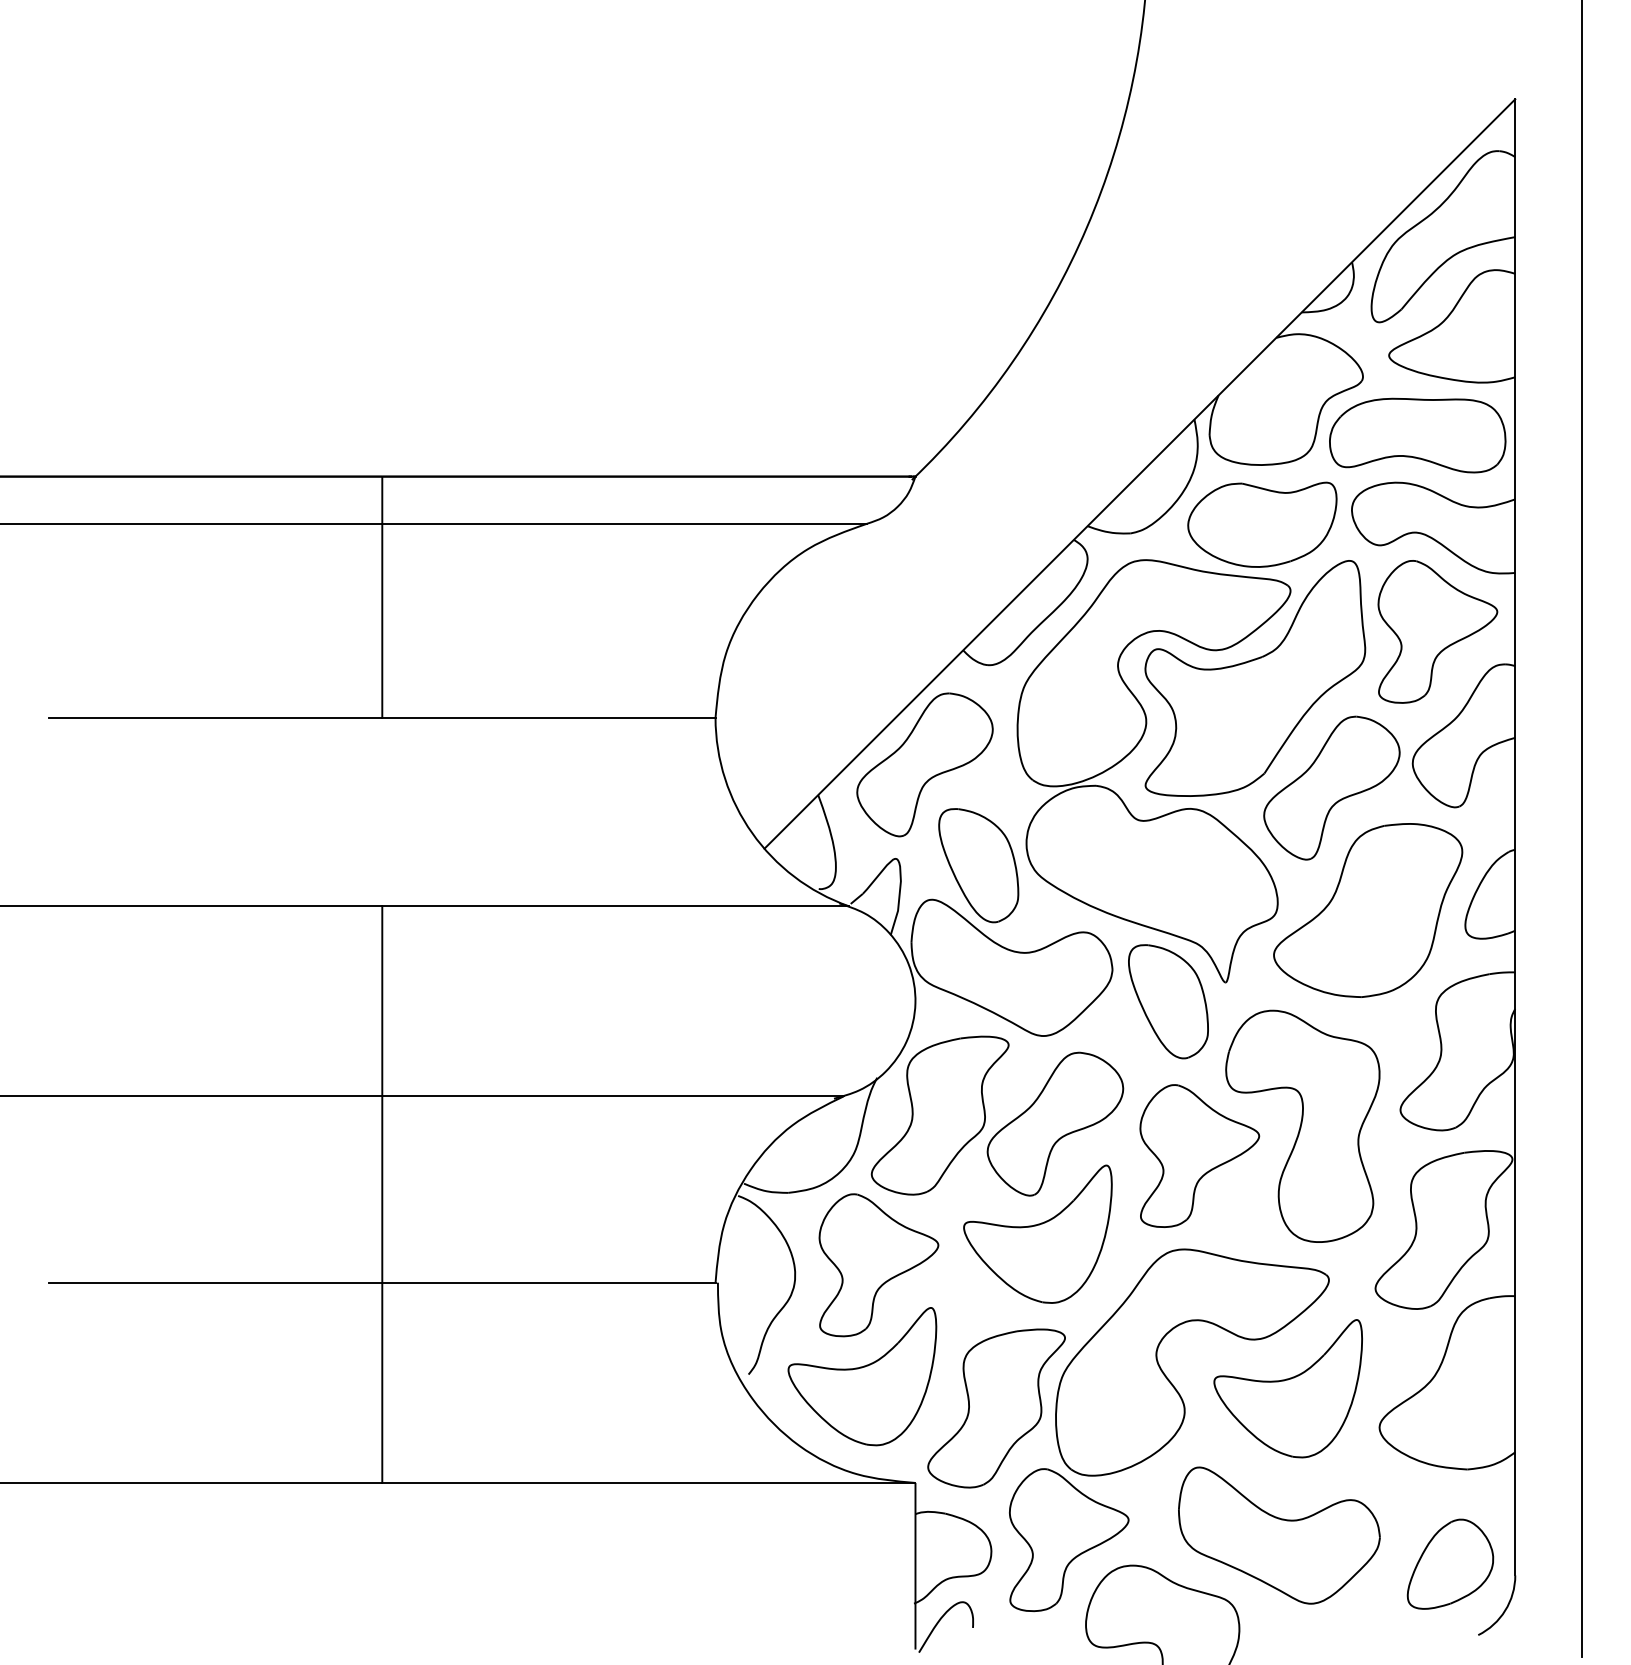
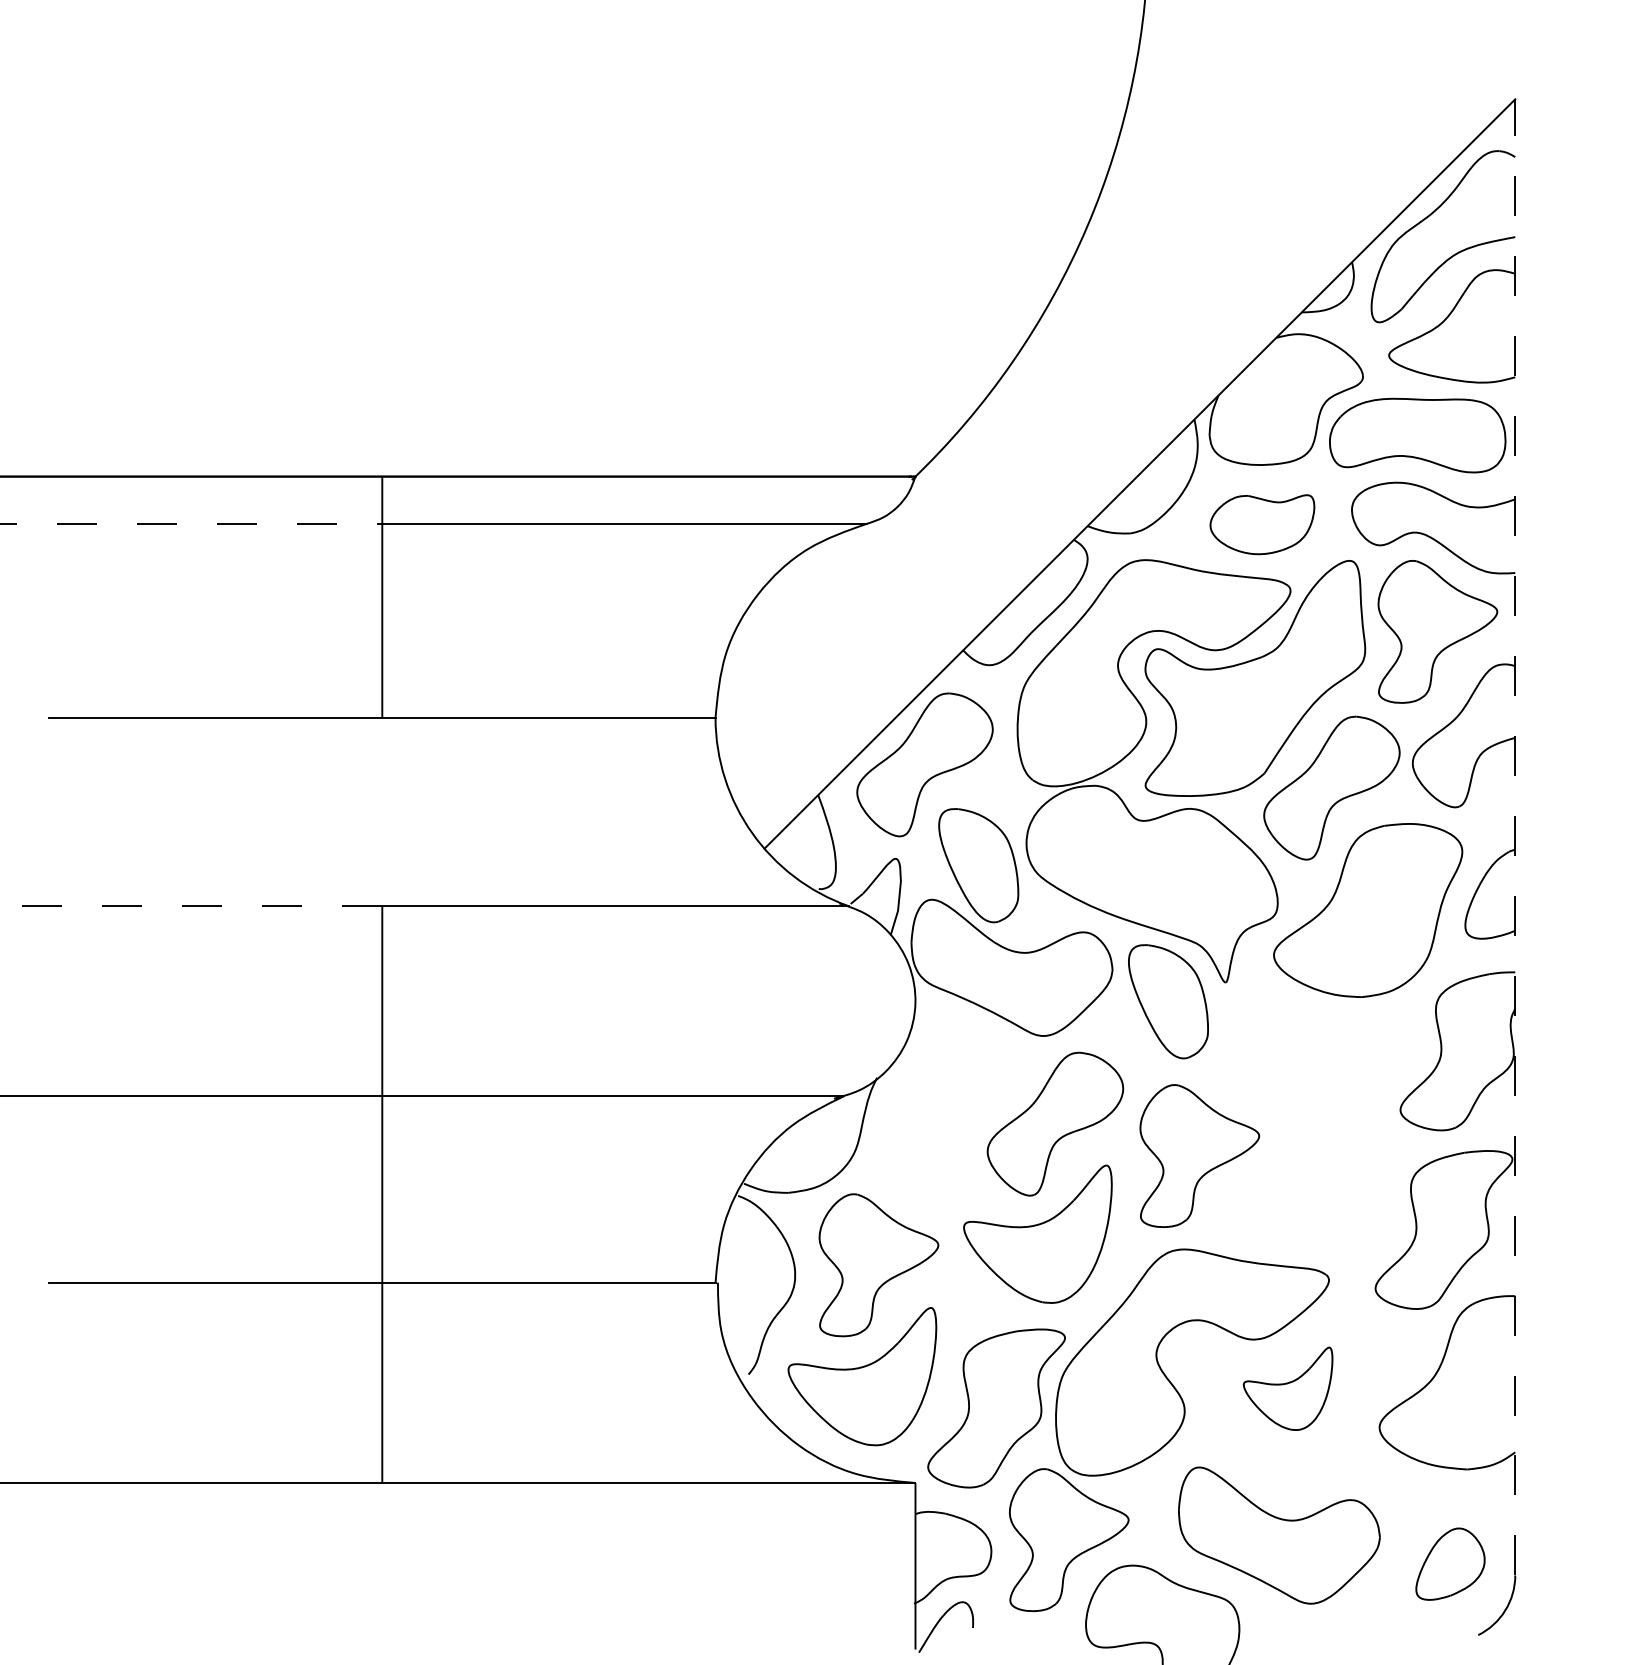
line at (191, 523): solid -> dashed
part at (1262, 524) size: 151x87 px -> 107x62 px
line at (1581, 829): present -> none
line at (1515, 836): solid -> dashed
line at (191, 906): solid -> dashed
part at (939, 1115): present -> none
part at (1302, 1125): present -> none
part at (1287, 1388) size: 150x140 px -> 91x85 px
part at (1450, 1563) size: 89x92 px -> 71x74 px
